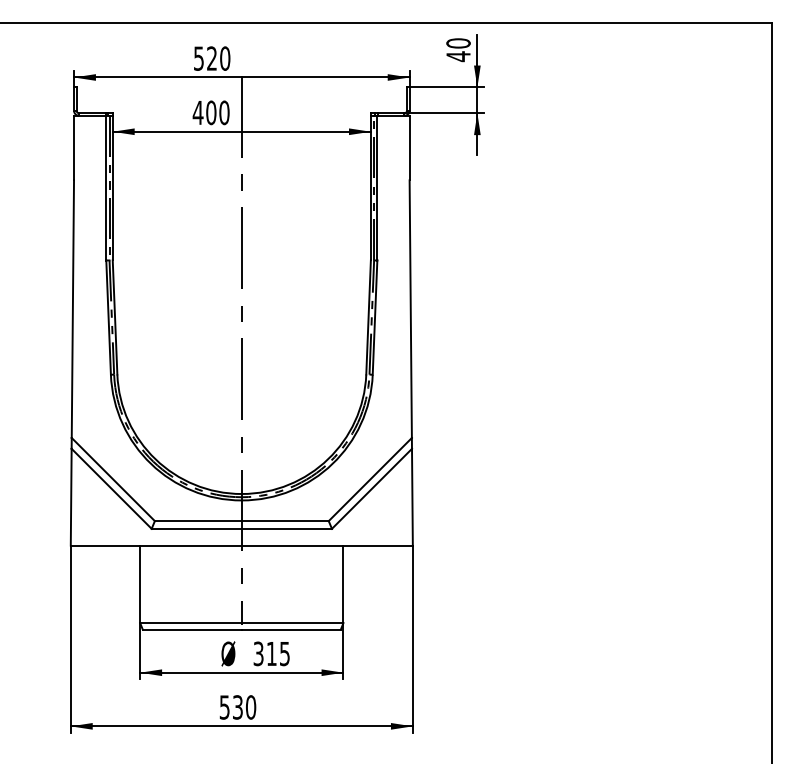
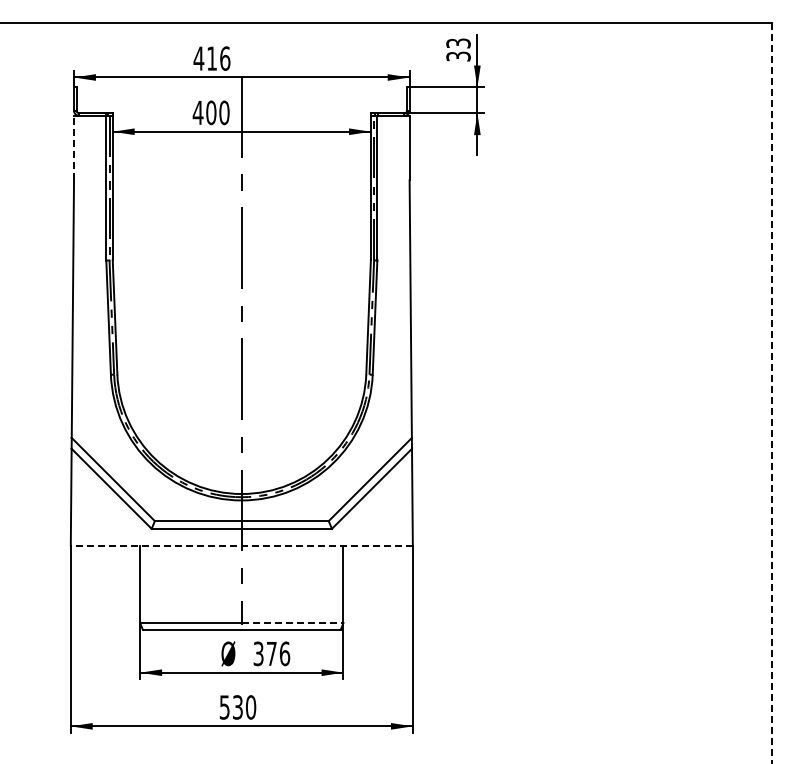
text at (458, 50): 40 -> 33
text at (211, 58): 520 -> 416
line at (74, 147): solid -> dashed
line at (772, 393): solid -> dashed
line at (241, 545): solid -> dashed
line at (292, 623): solid -> dashed
text at (278, 653): 315 -> 376
